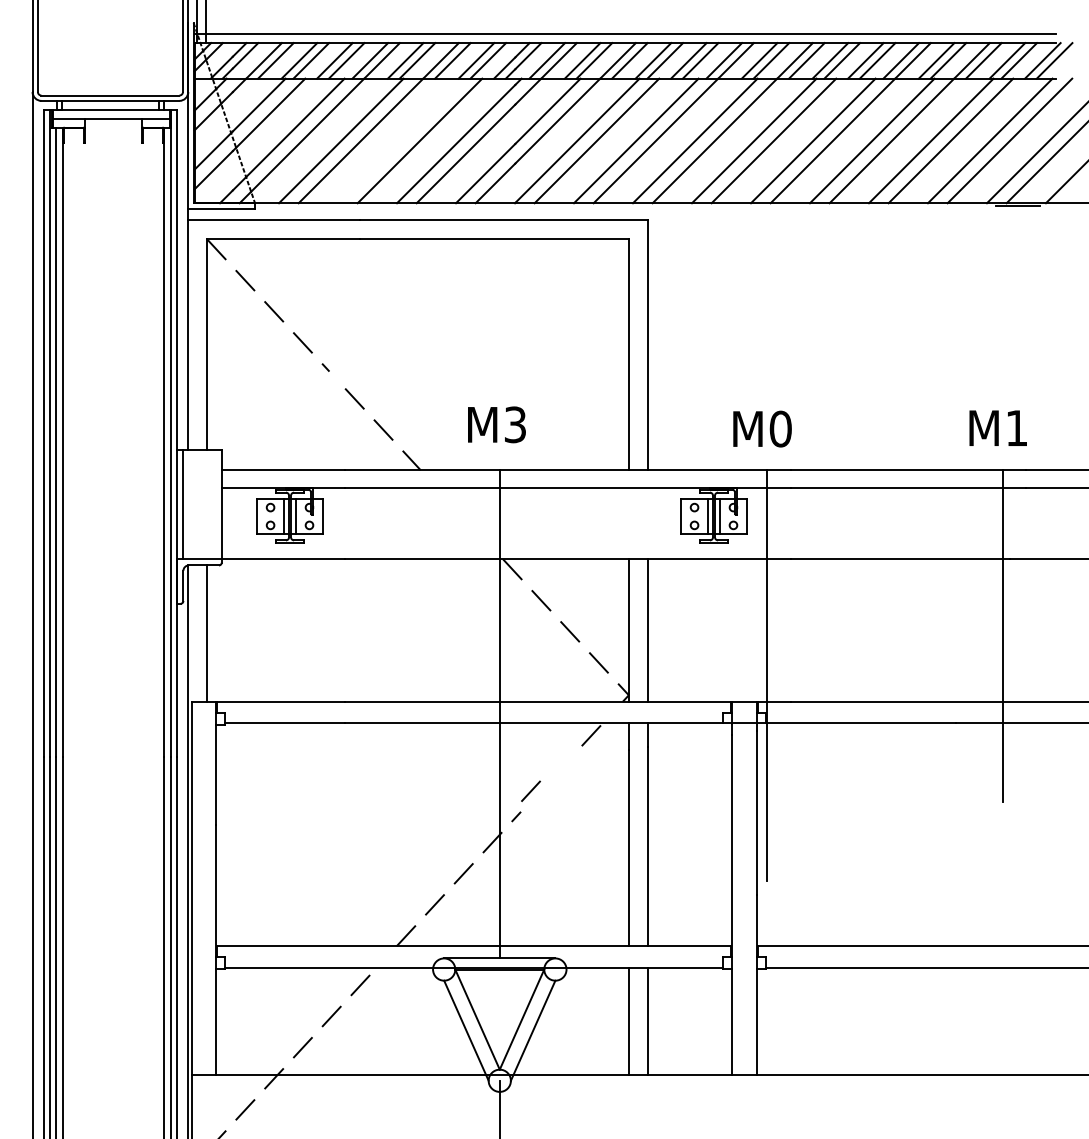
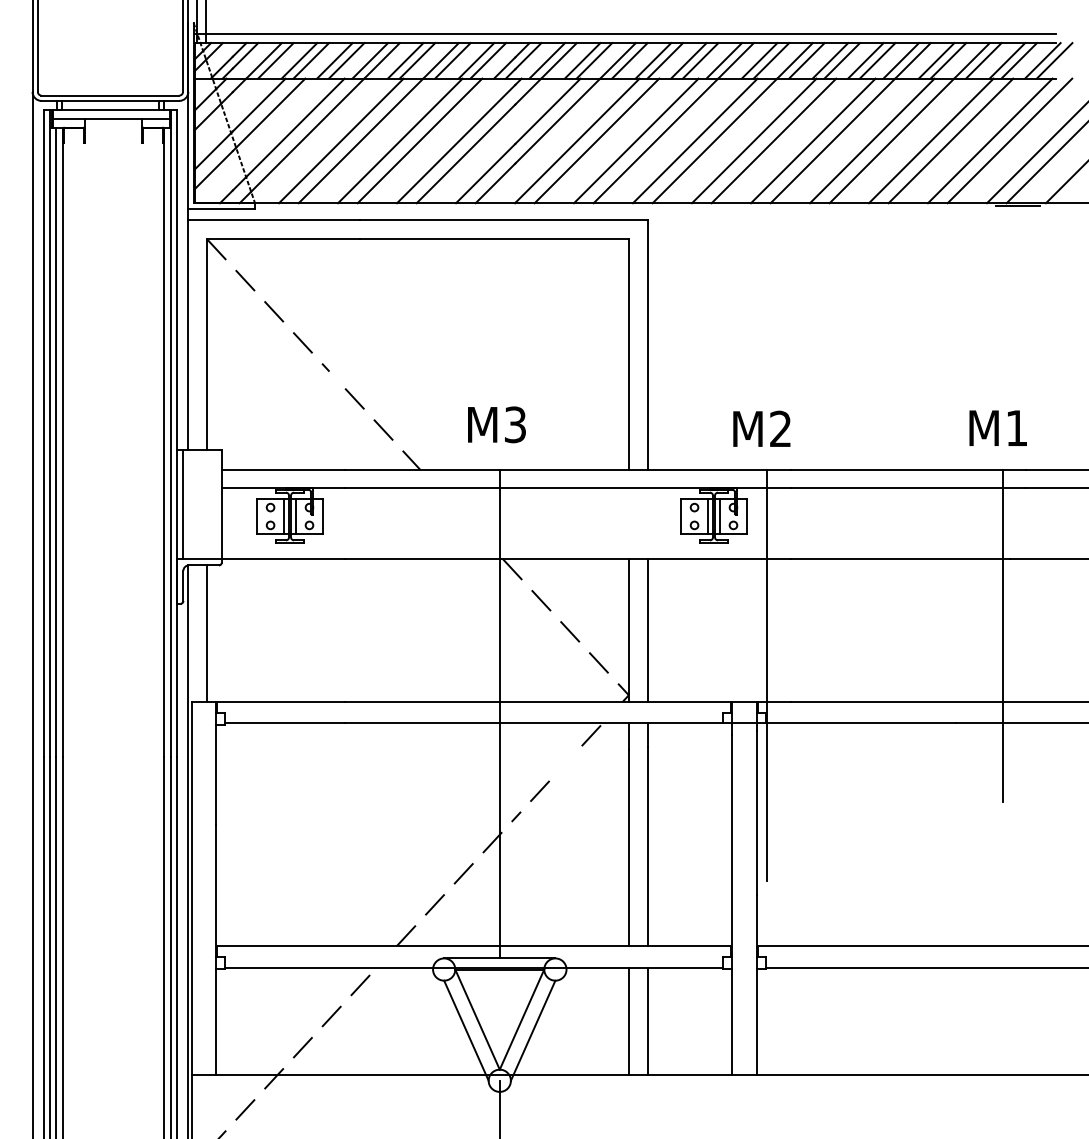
line at (400, 140): none -> present
text at (780, 428): M0 -> M2
line at (530, 790) position: (530, 790) -> (539, 790)
